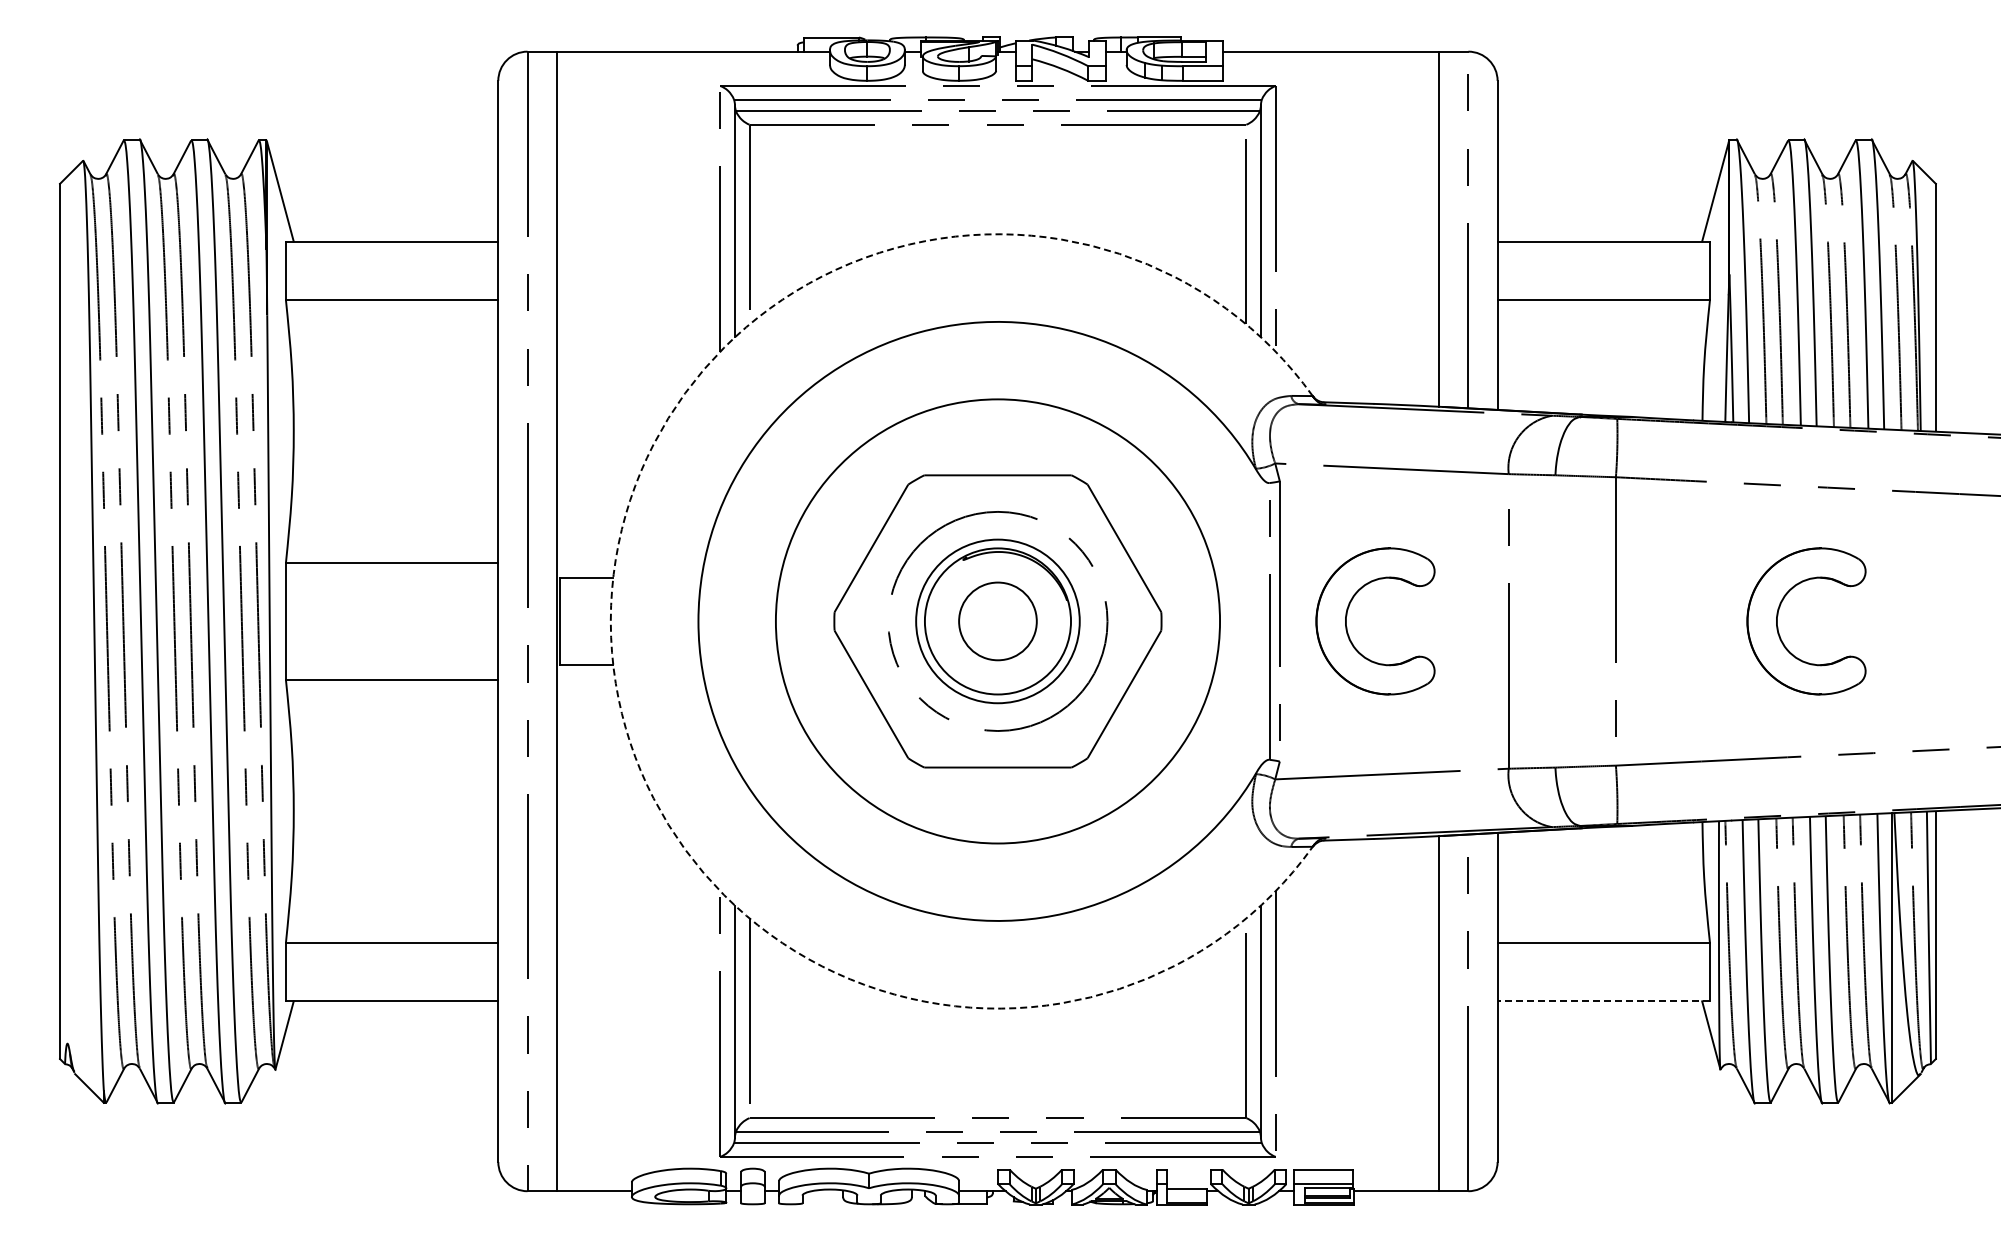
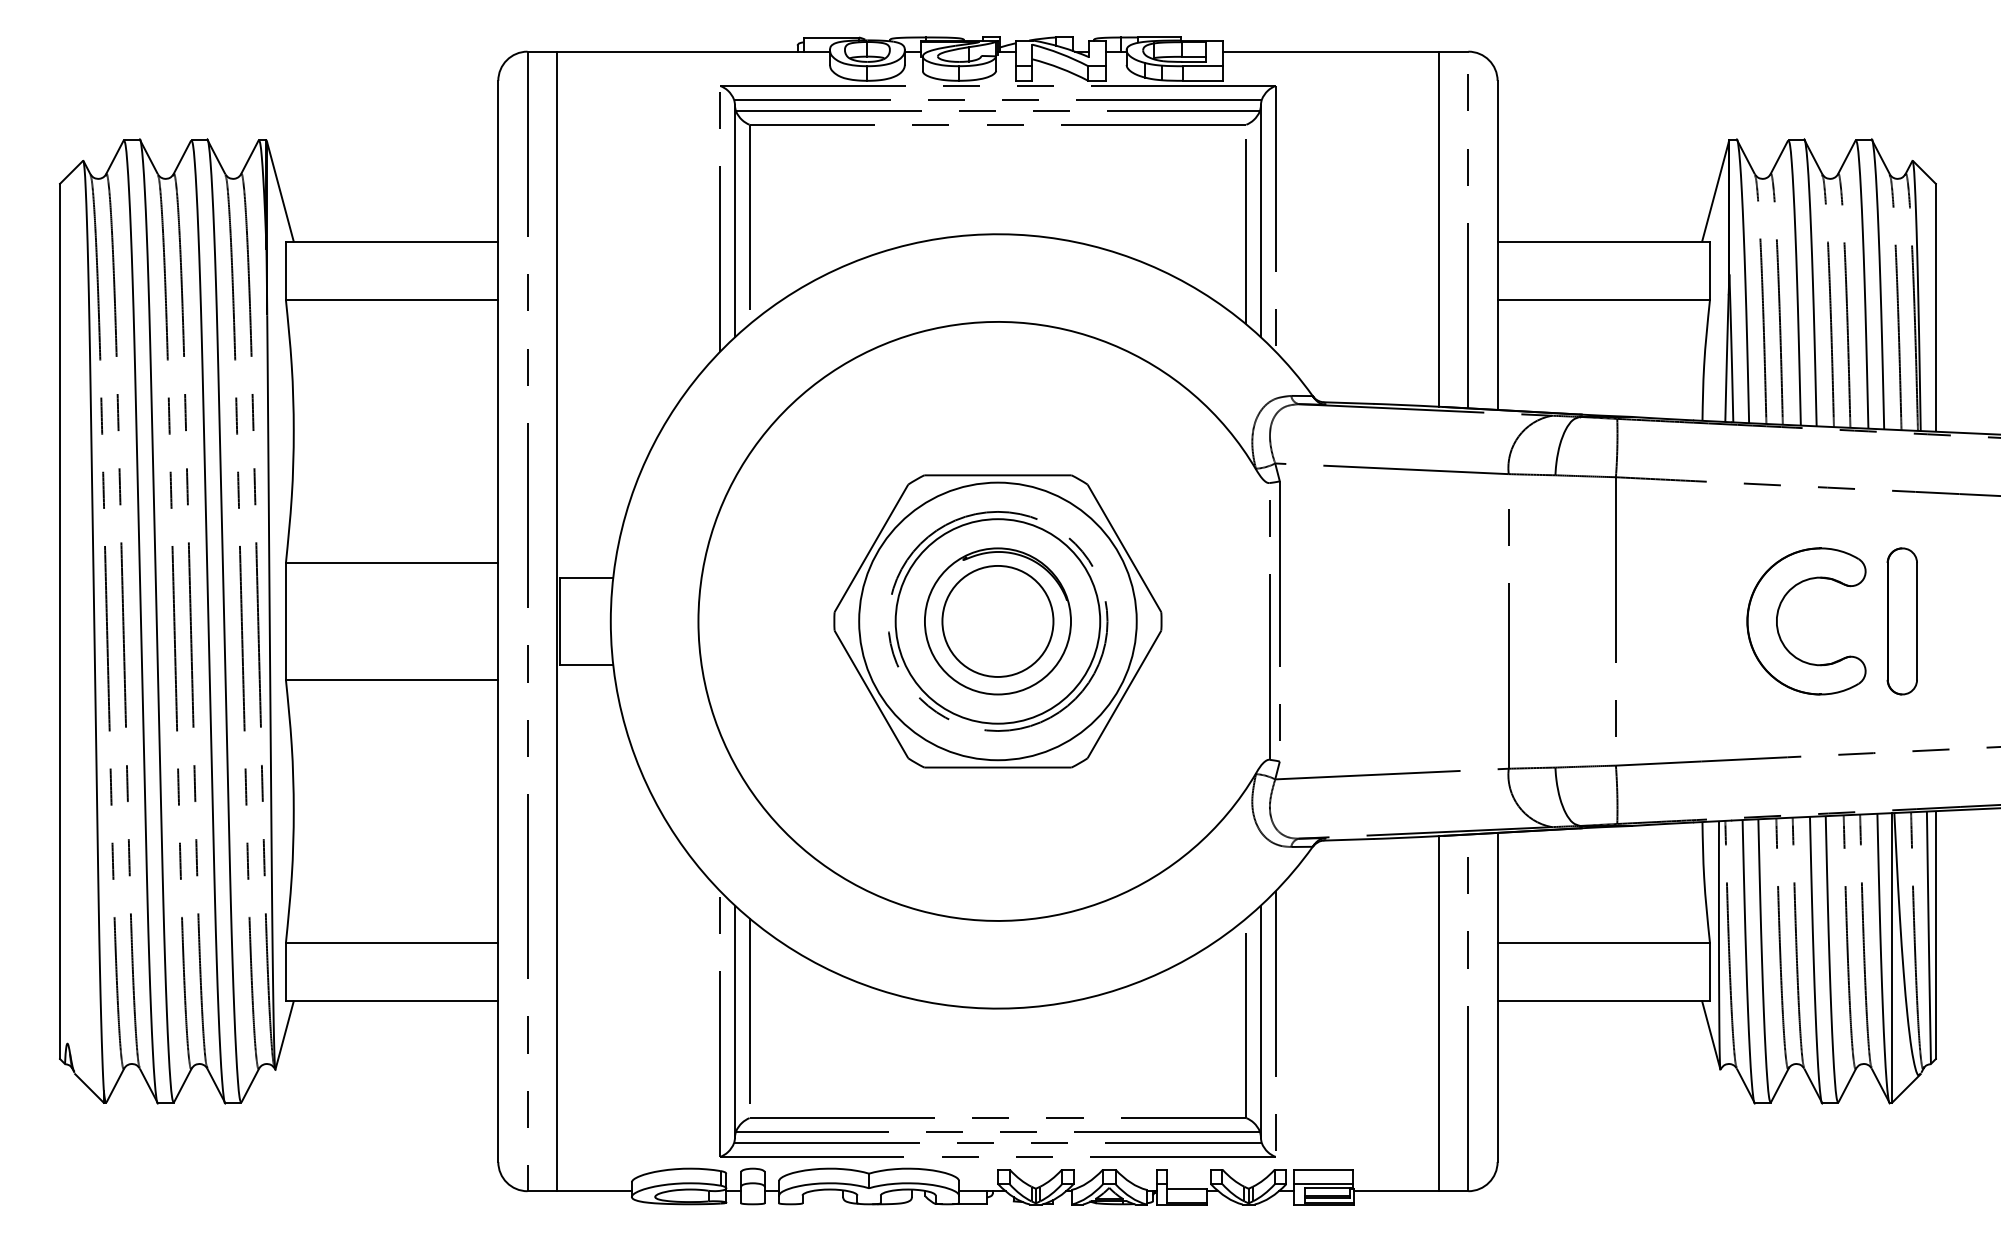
part at (1347, 615): present -> none
arc at (610, 621): dashed -> solid
circle at (997, 621) diameter: 164 px -> 205 px
circle at (997, 621) diameter: 444 px -> 278 px
circle at (997, 621) diameter: 78 px -> 111 px
part at (1901, 621): none -> present
line at (1603, 1001): dashed -> solid
